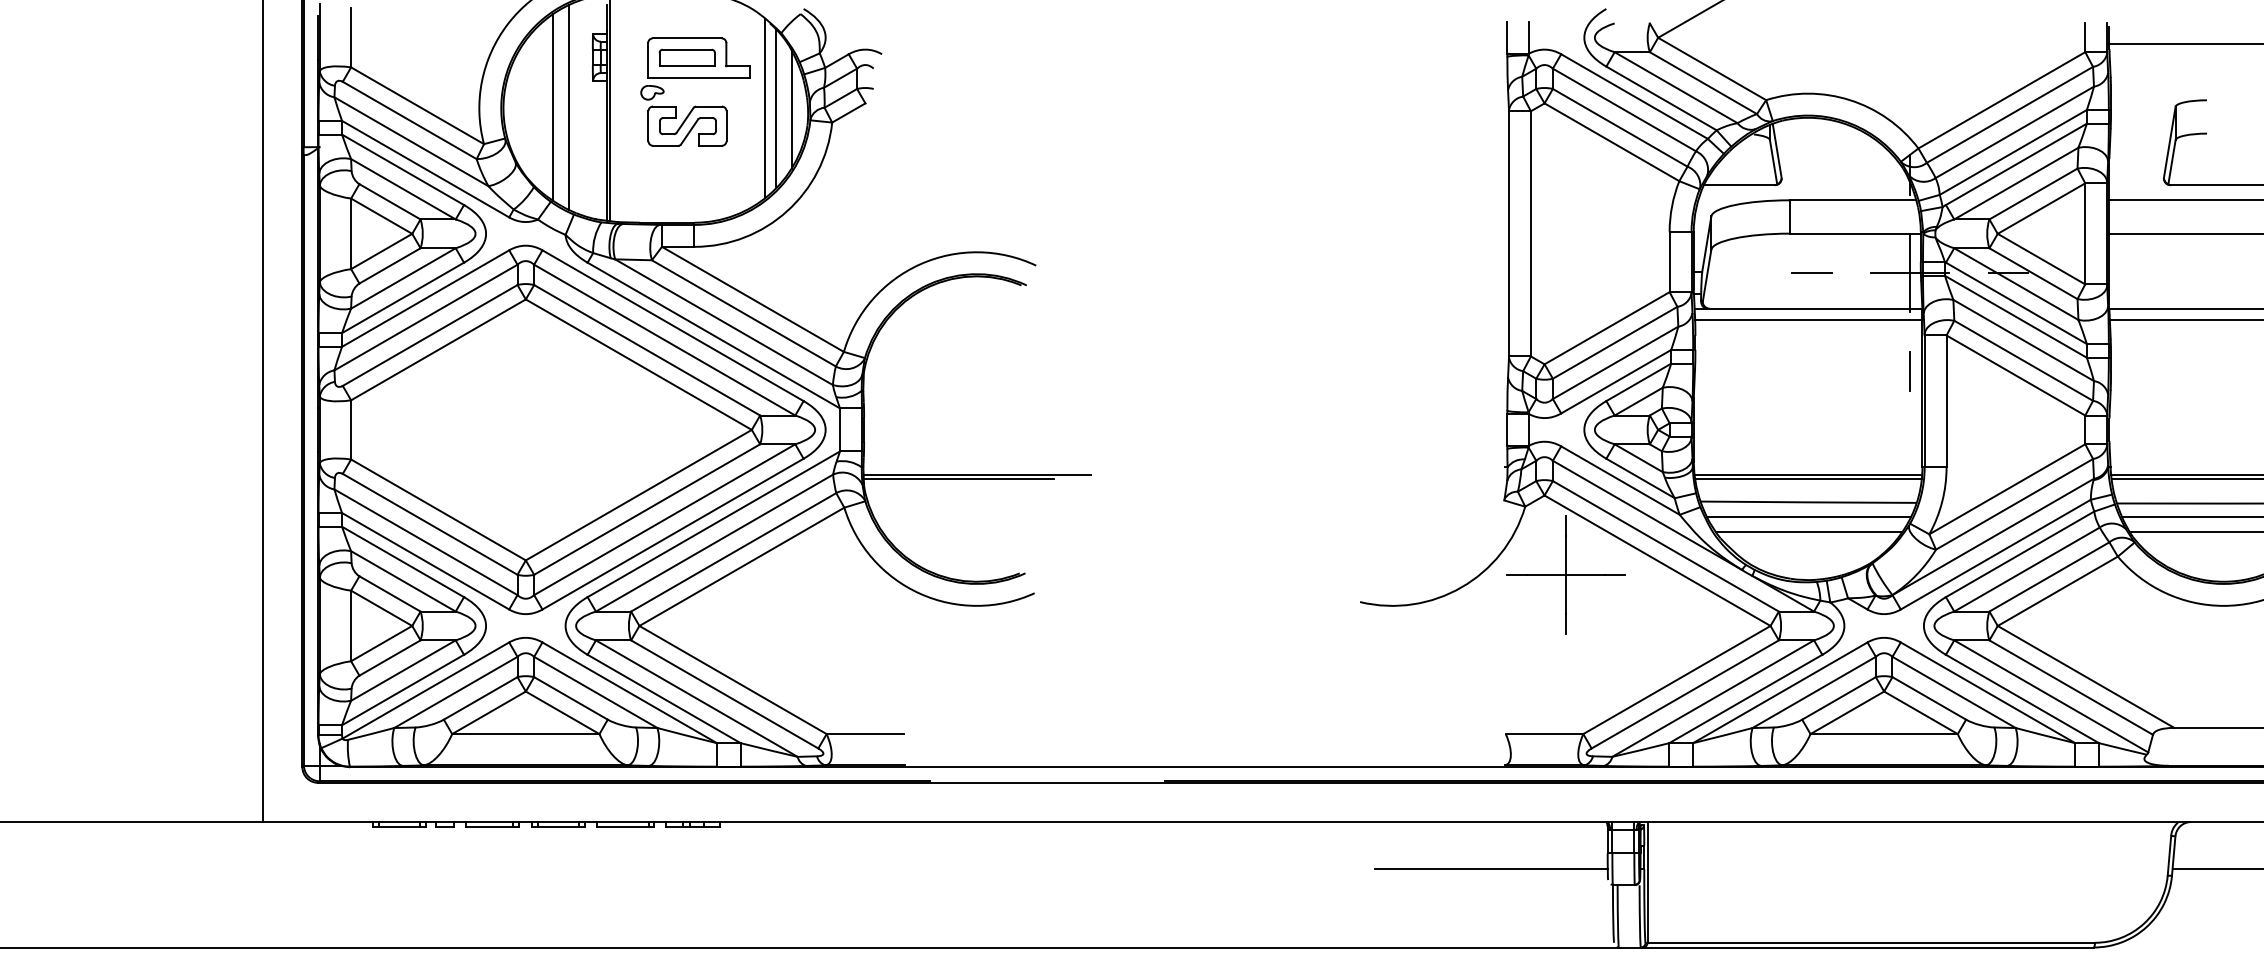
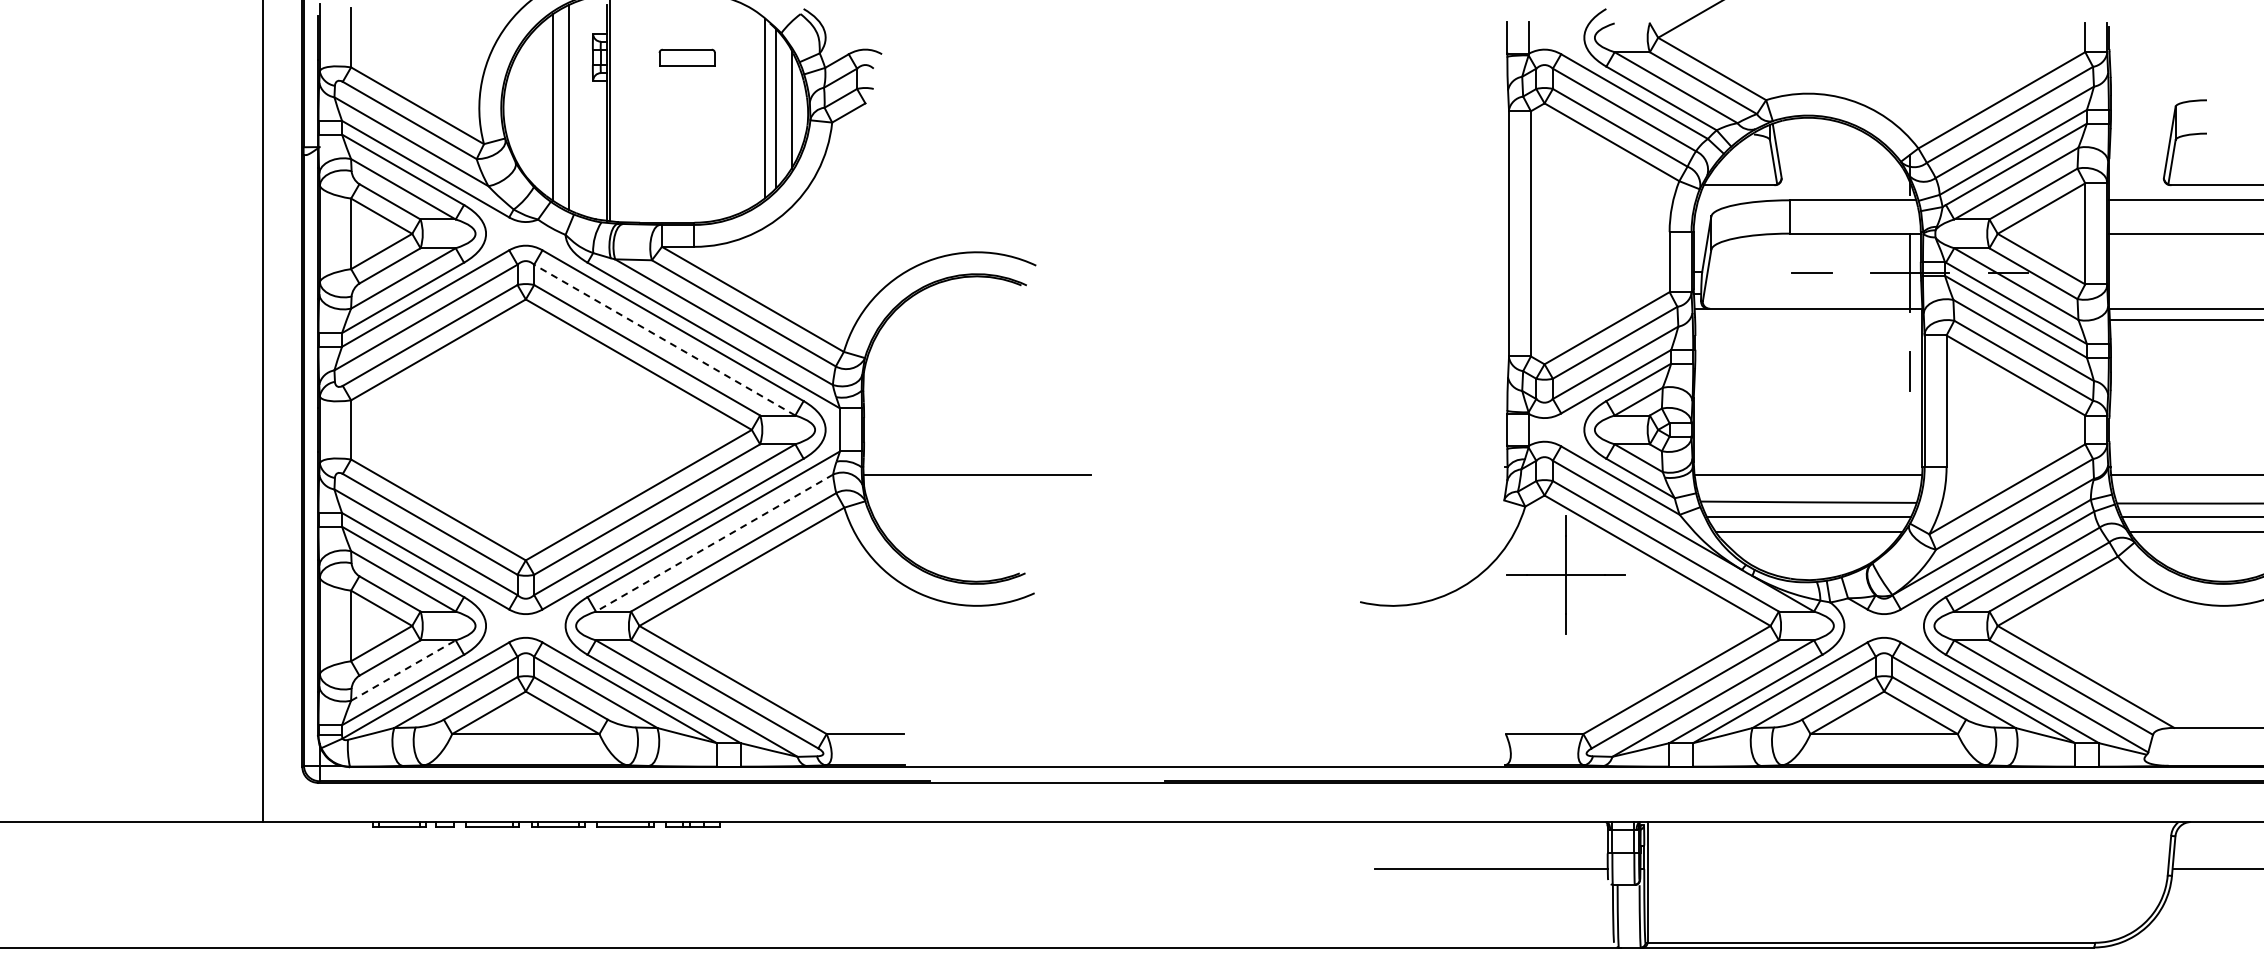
line at (2184, 44): present -> none
part at (695, 78): present -> none
line at (1808, 320): present -> none
line at (664, 340): solid -> dashed
line at (958, 478): present -> none
line at (1808, 478): present -> none
line at (2185, 478): present -> none
line at (714, 543): solid -> dashed
line at (403, 670): solid -> dashed
